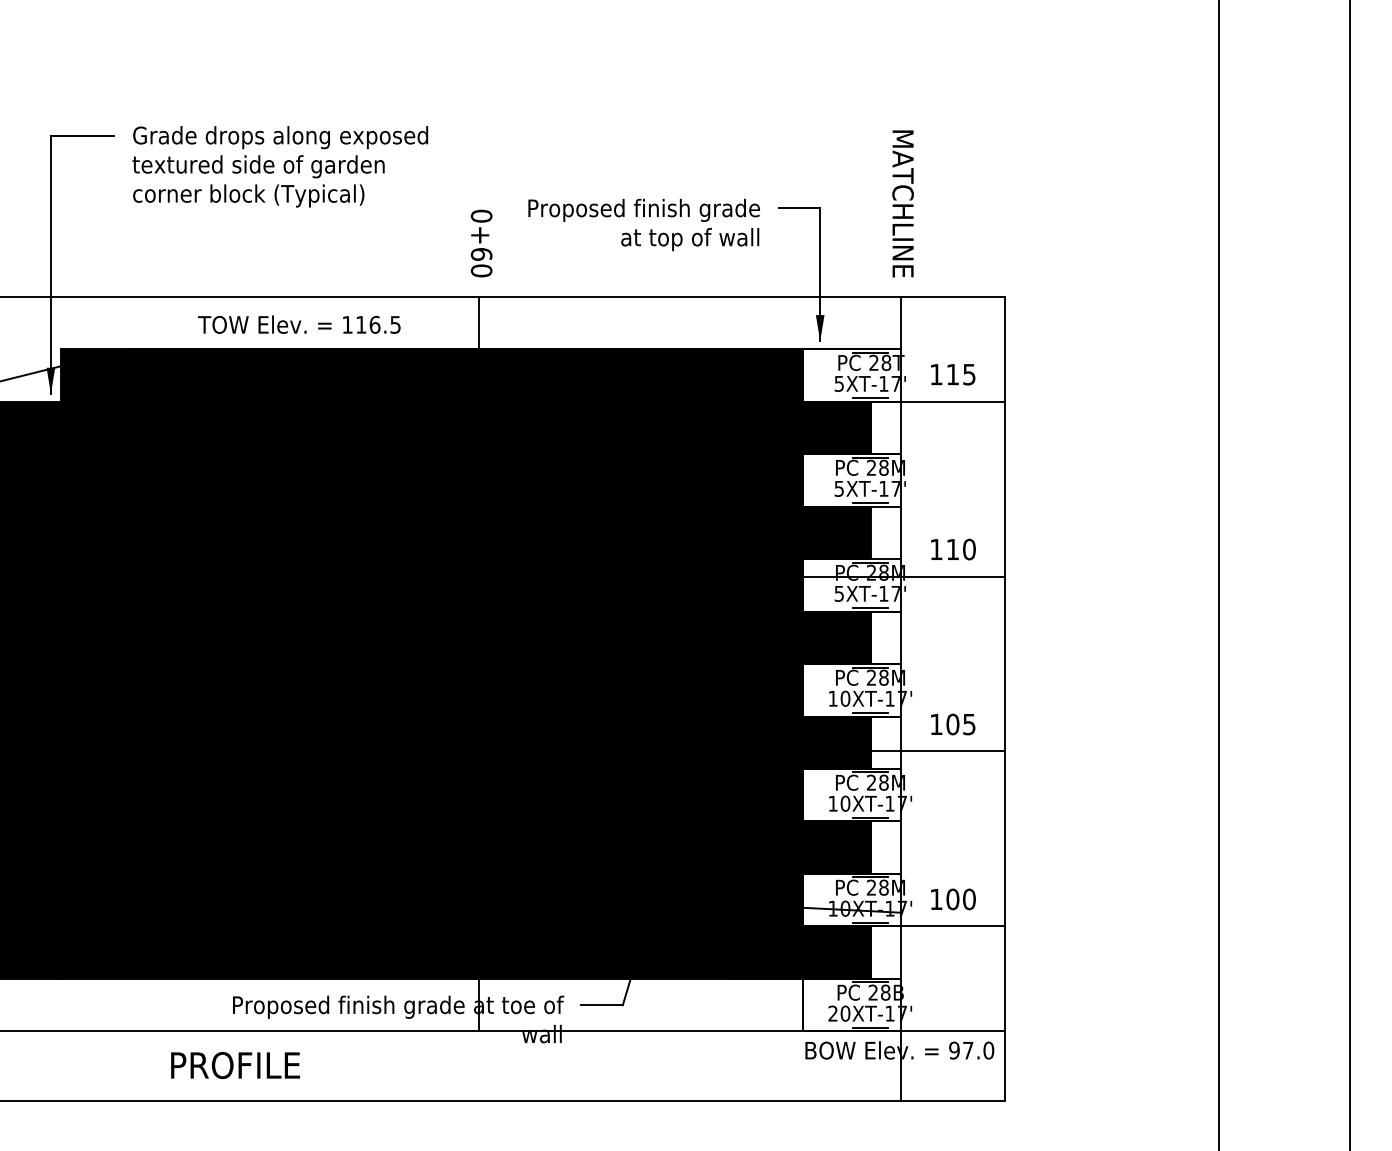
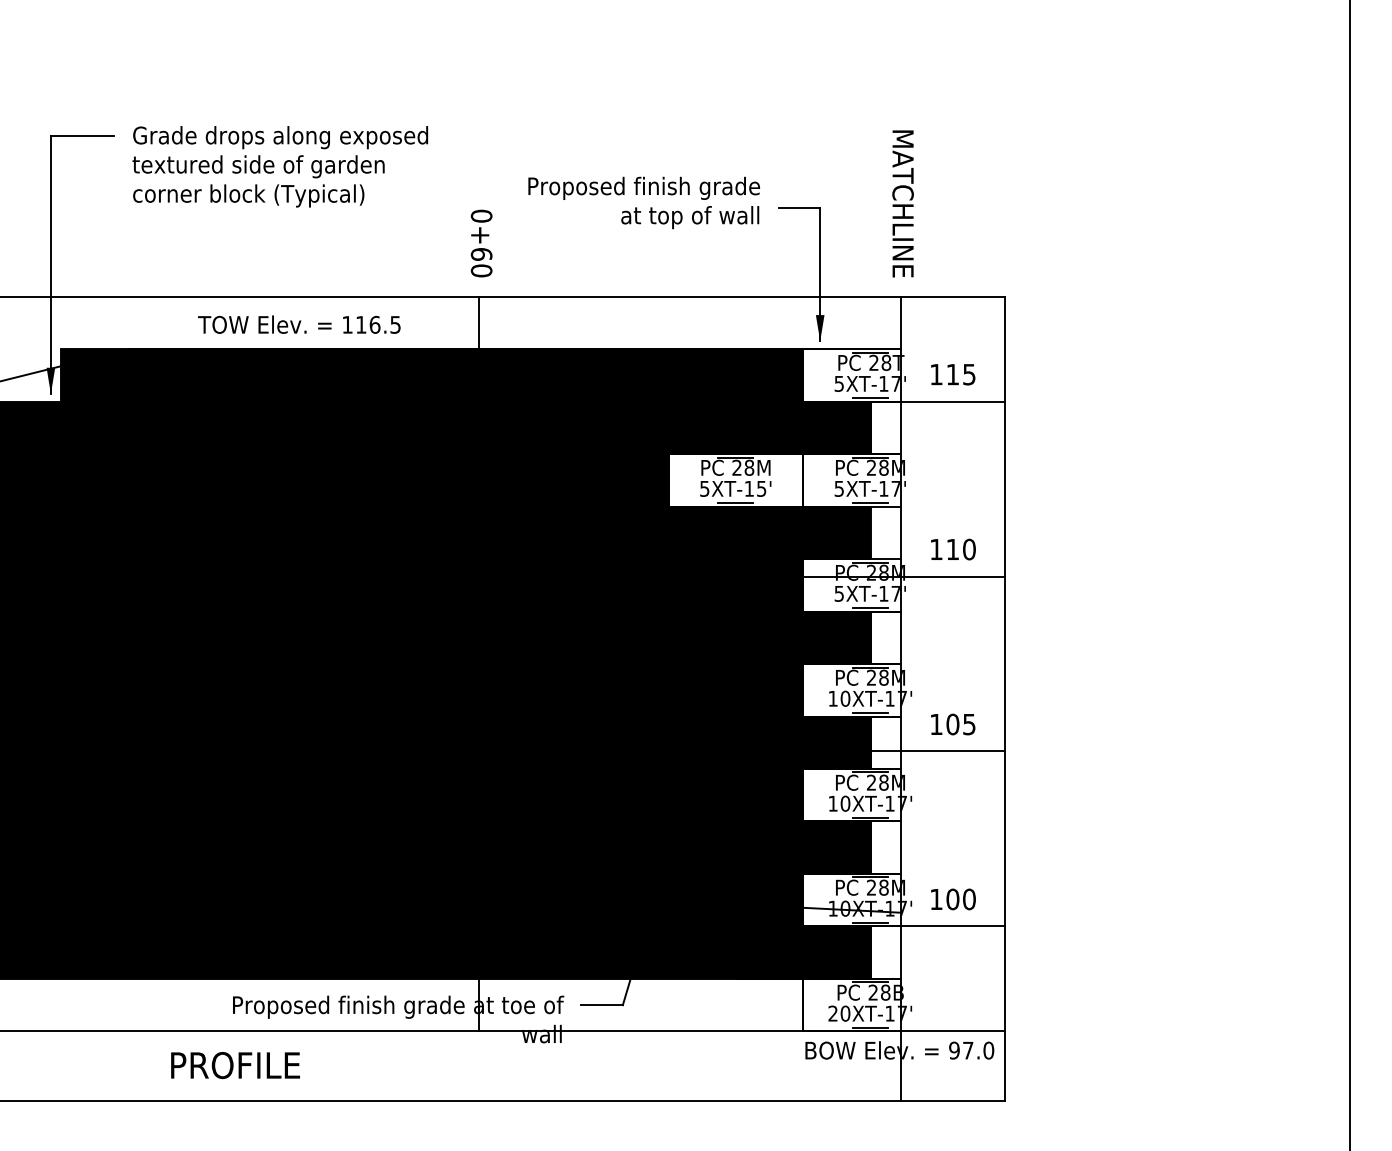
text at (643, 224) position: (643, 224) -> (643, 202)
fill at (735, 480): present -> none
line at (1219, 574): present -> none
